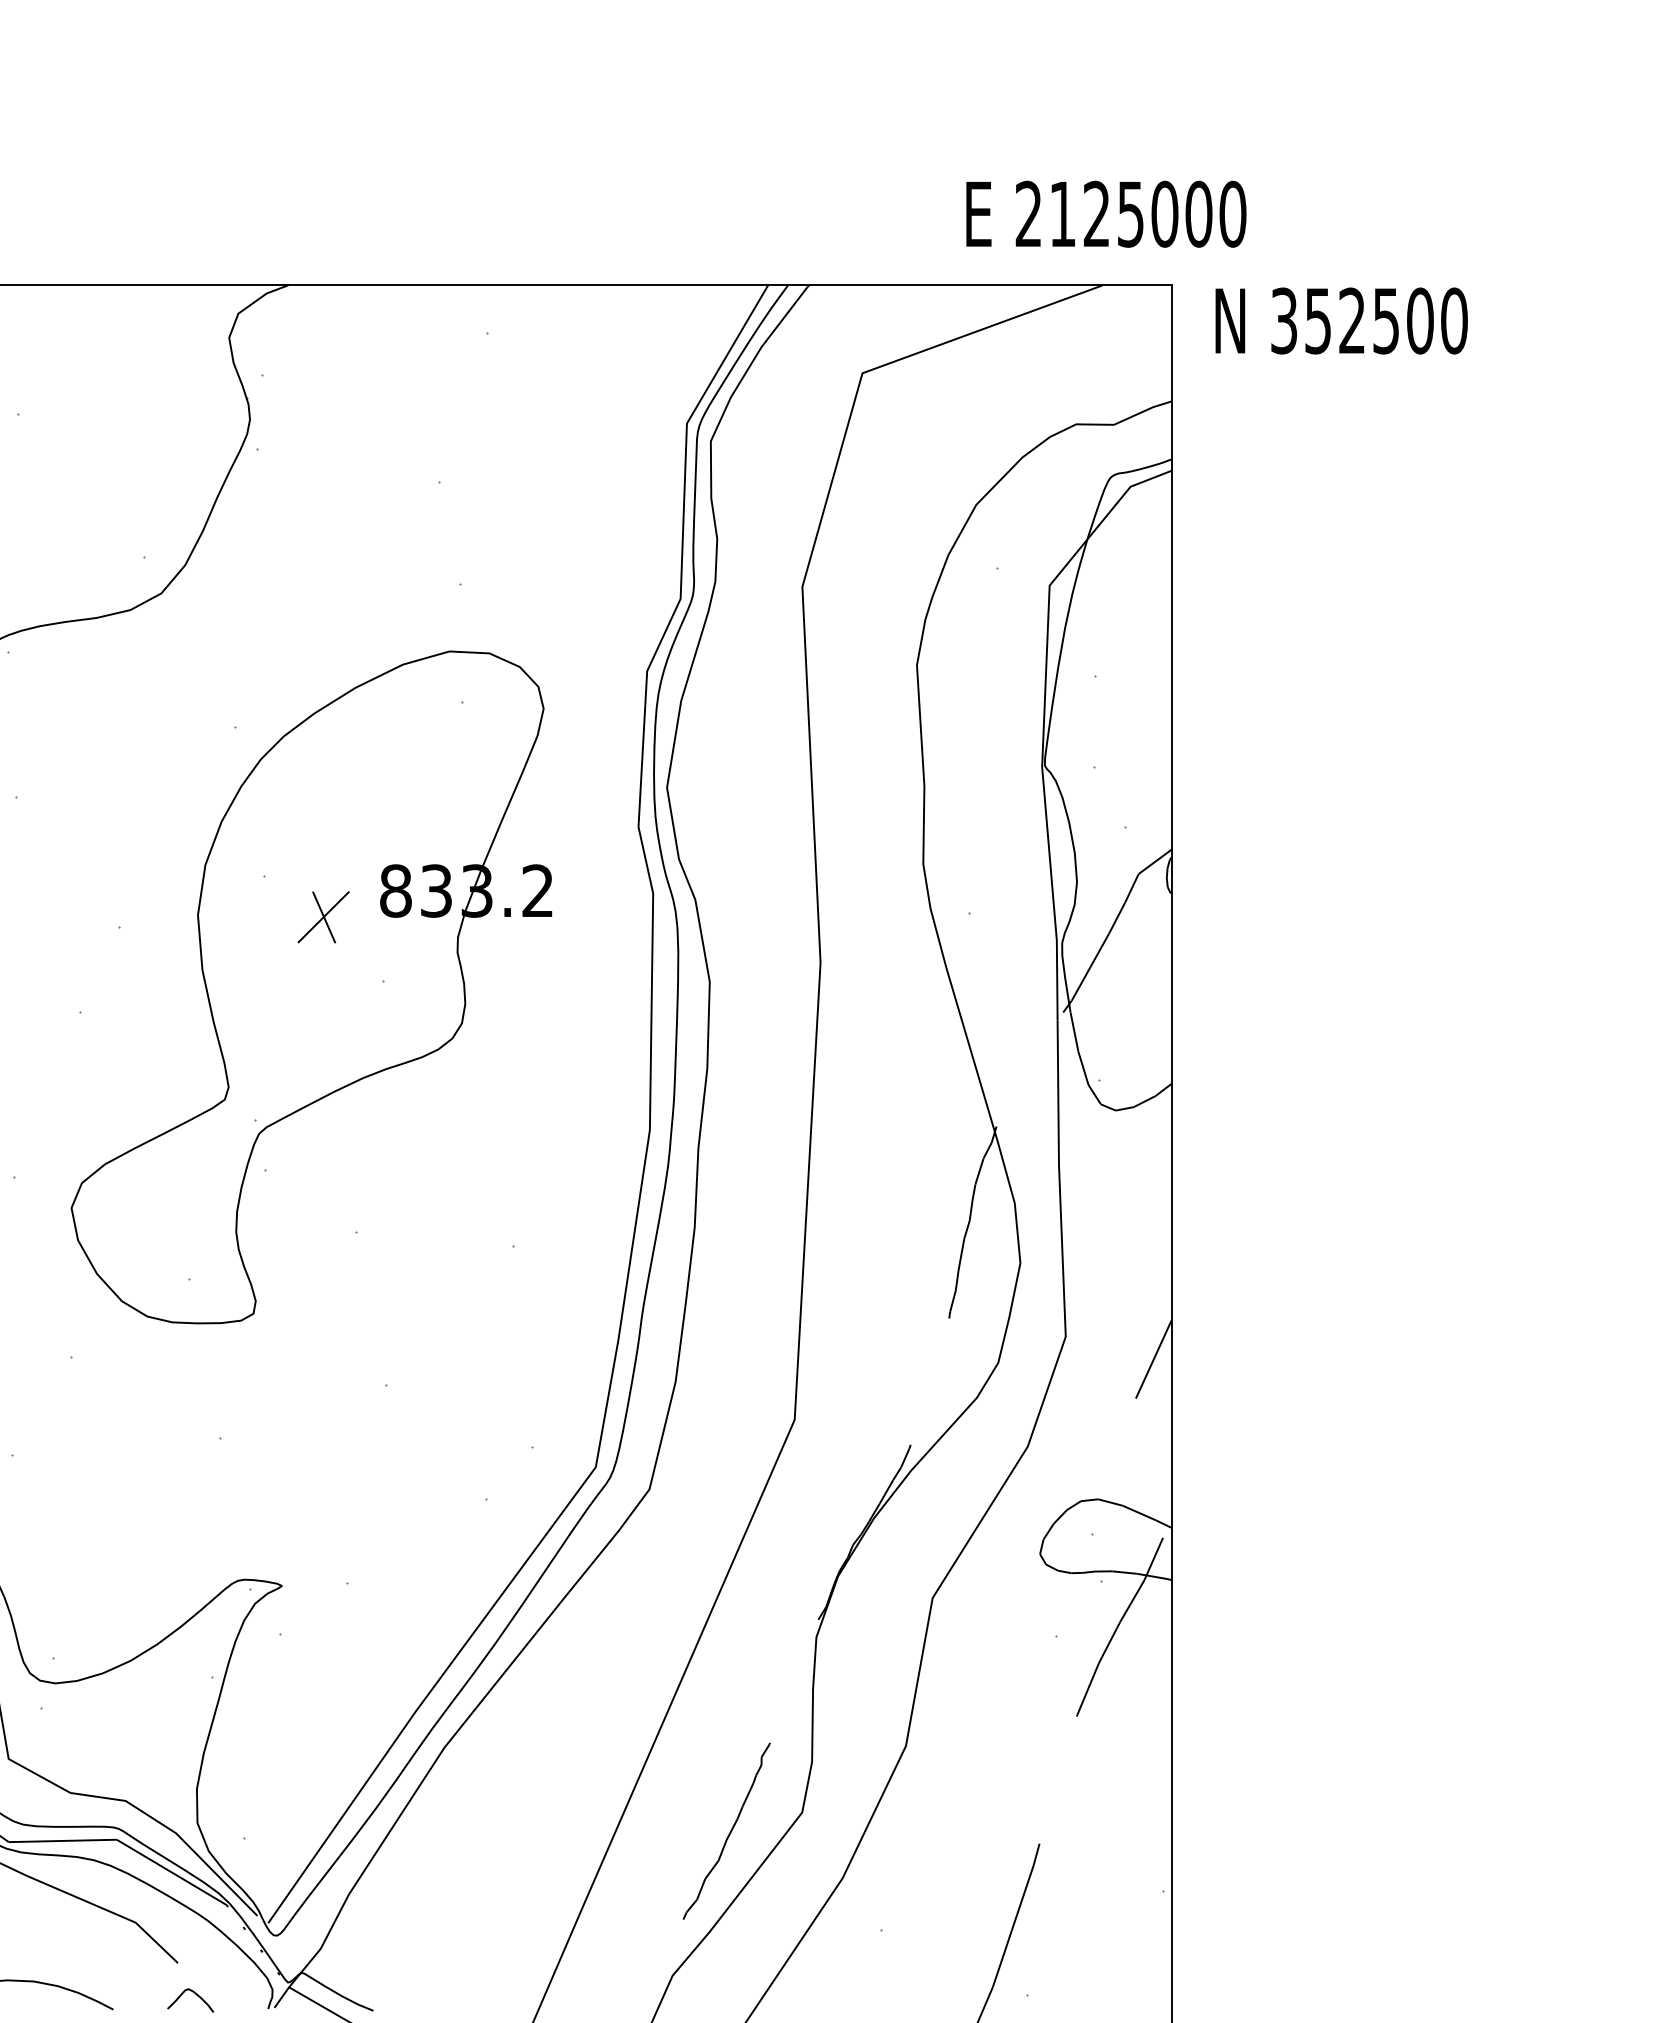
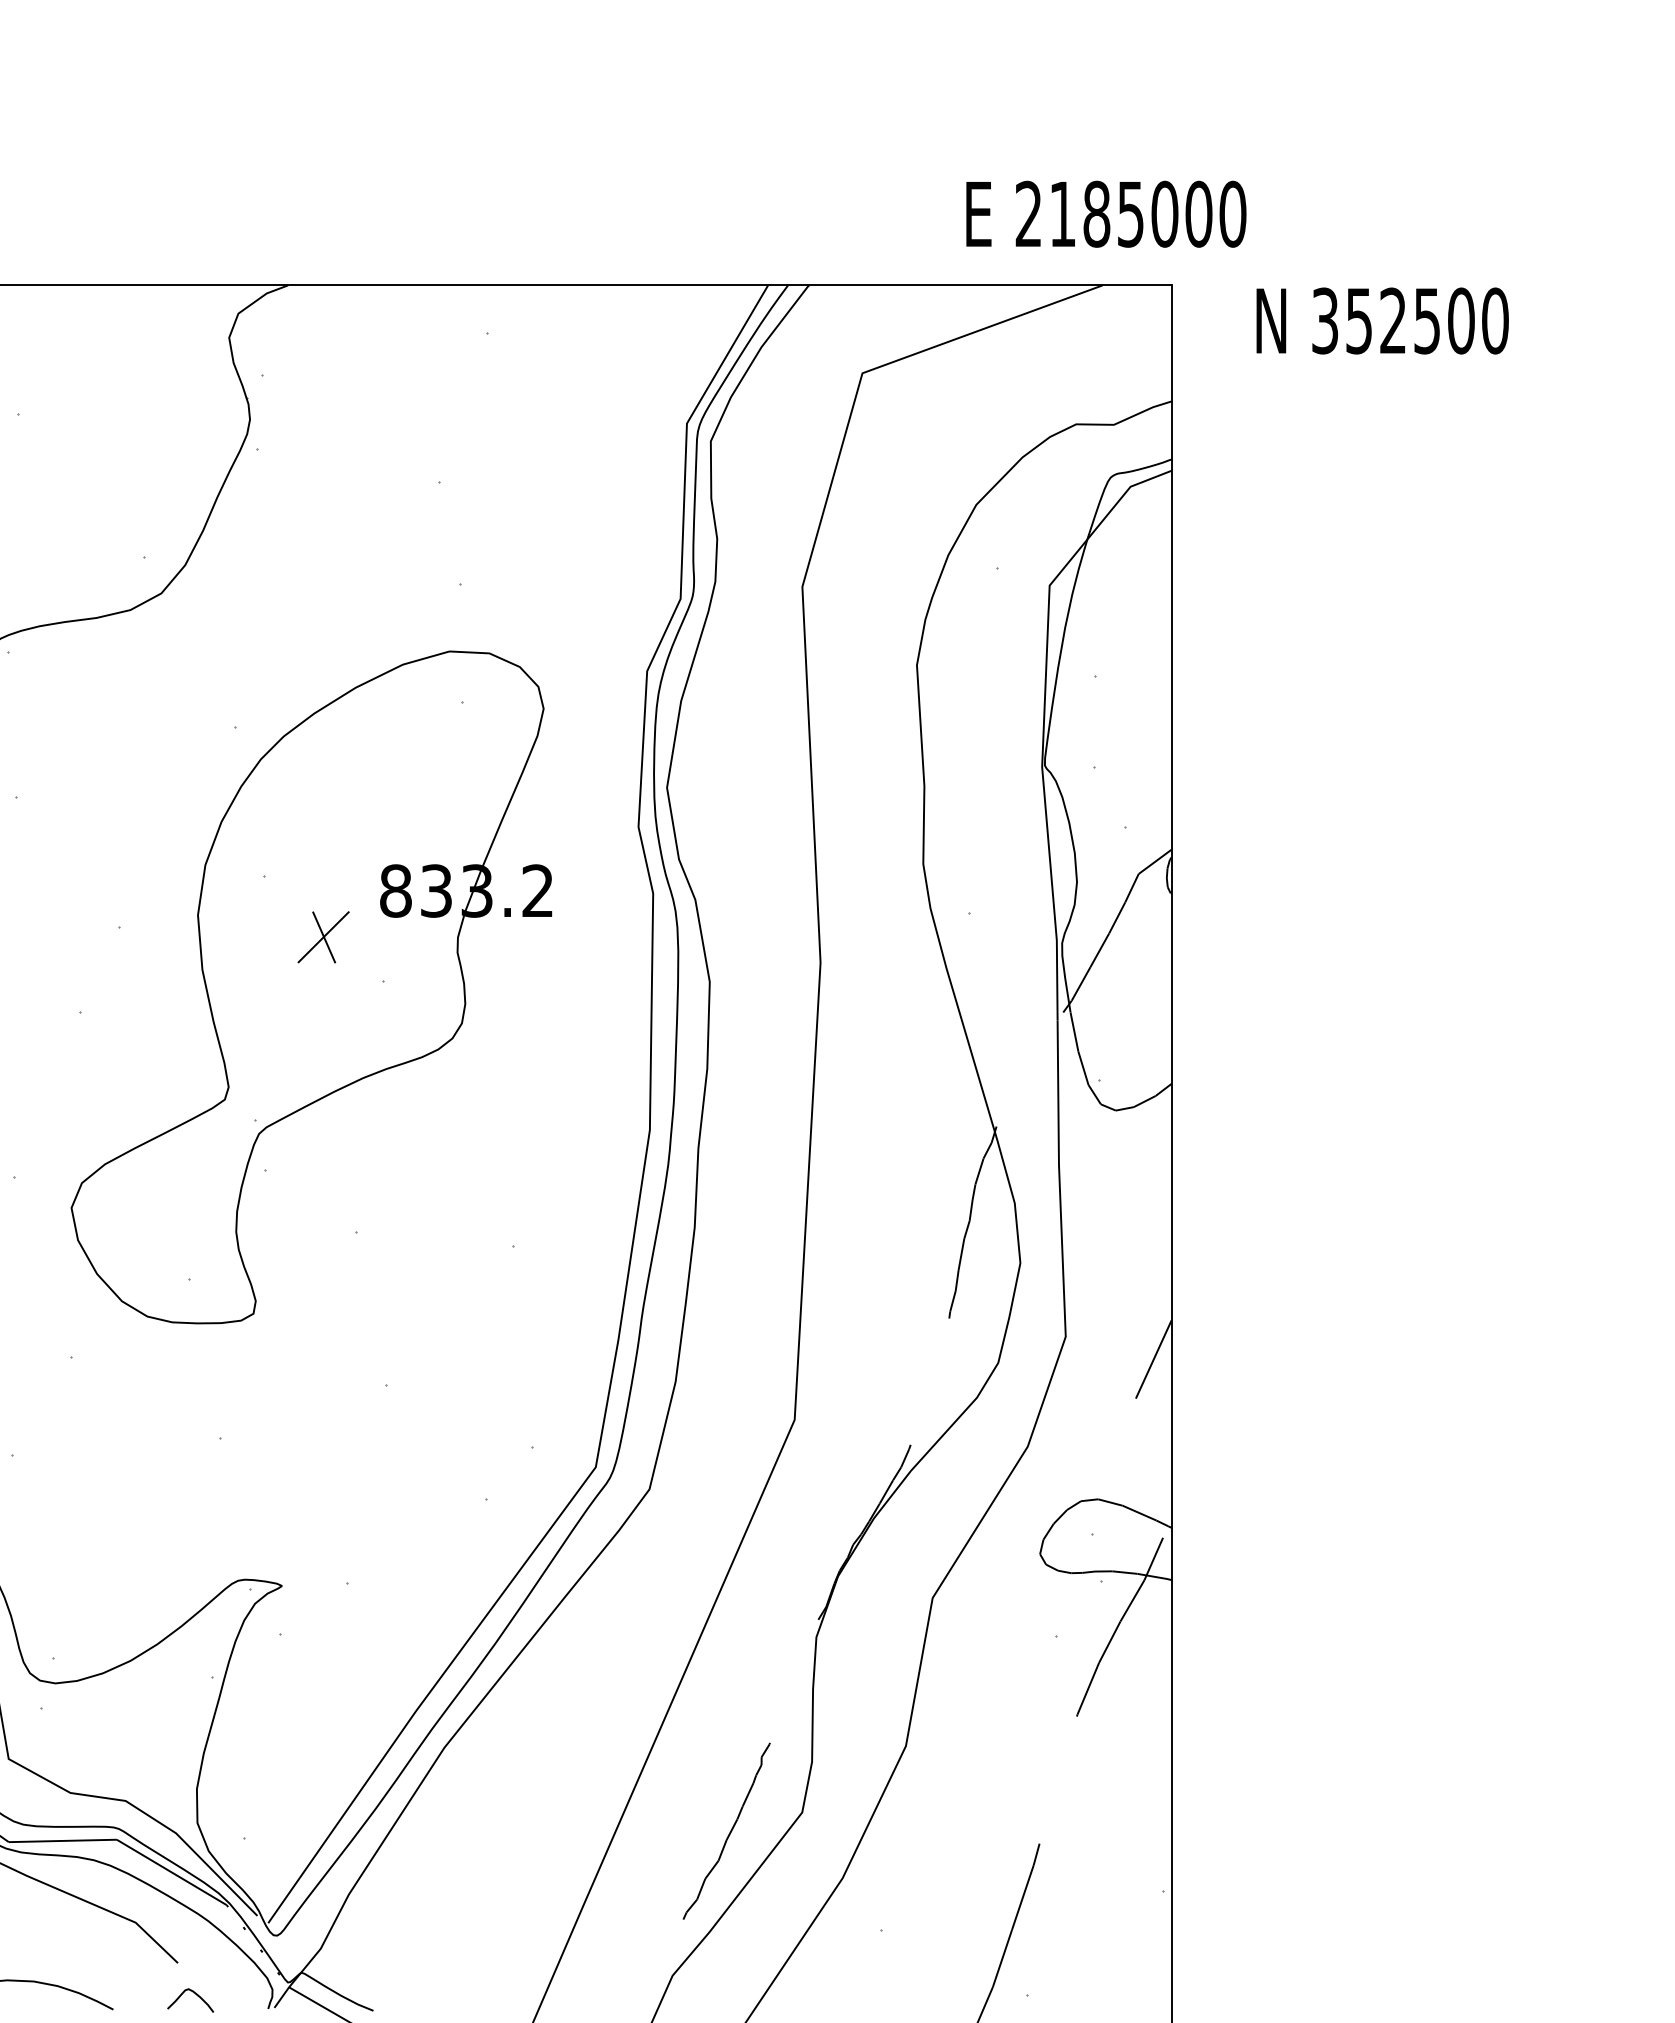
text at (1096, 213): 2125000 -> 2185000
text at (1341, 320) position: (1341, 320) -> (1382, 320)
part at (323, 917) position: (323, 917) -> (323, 937)
